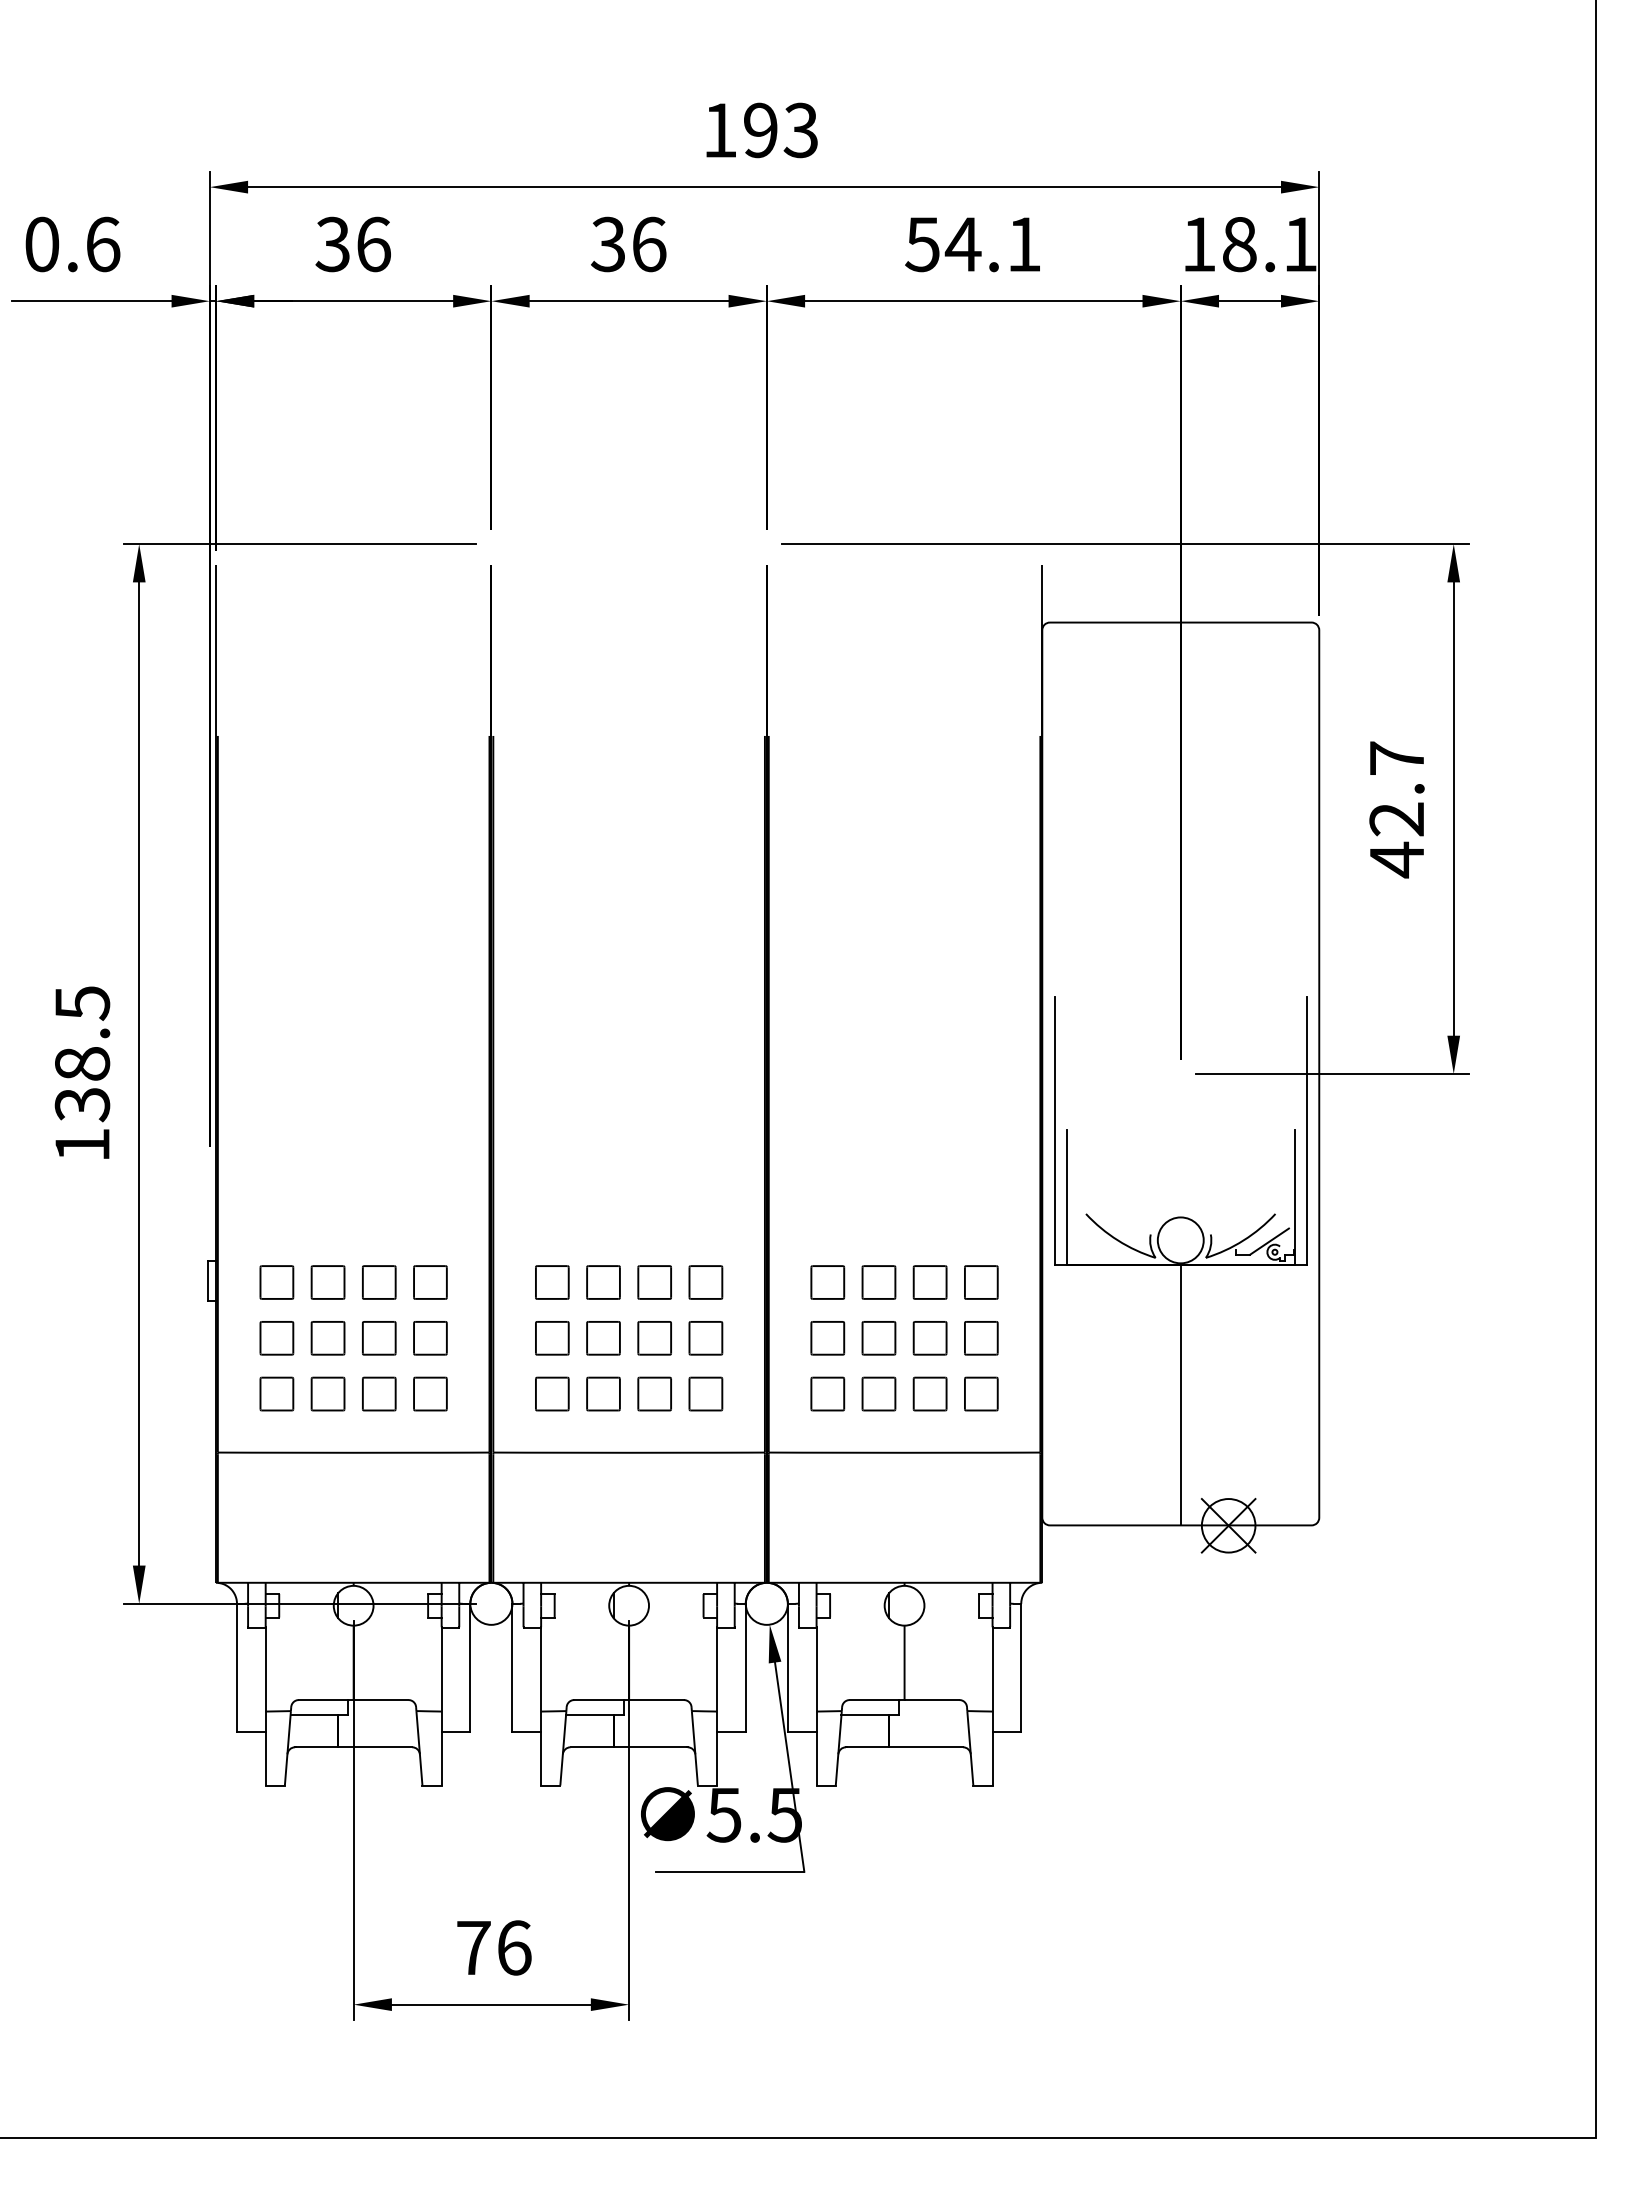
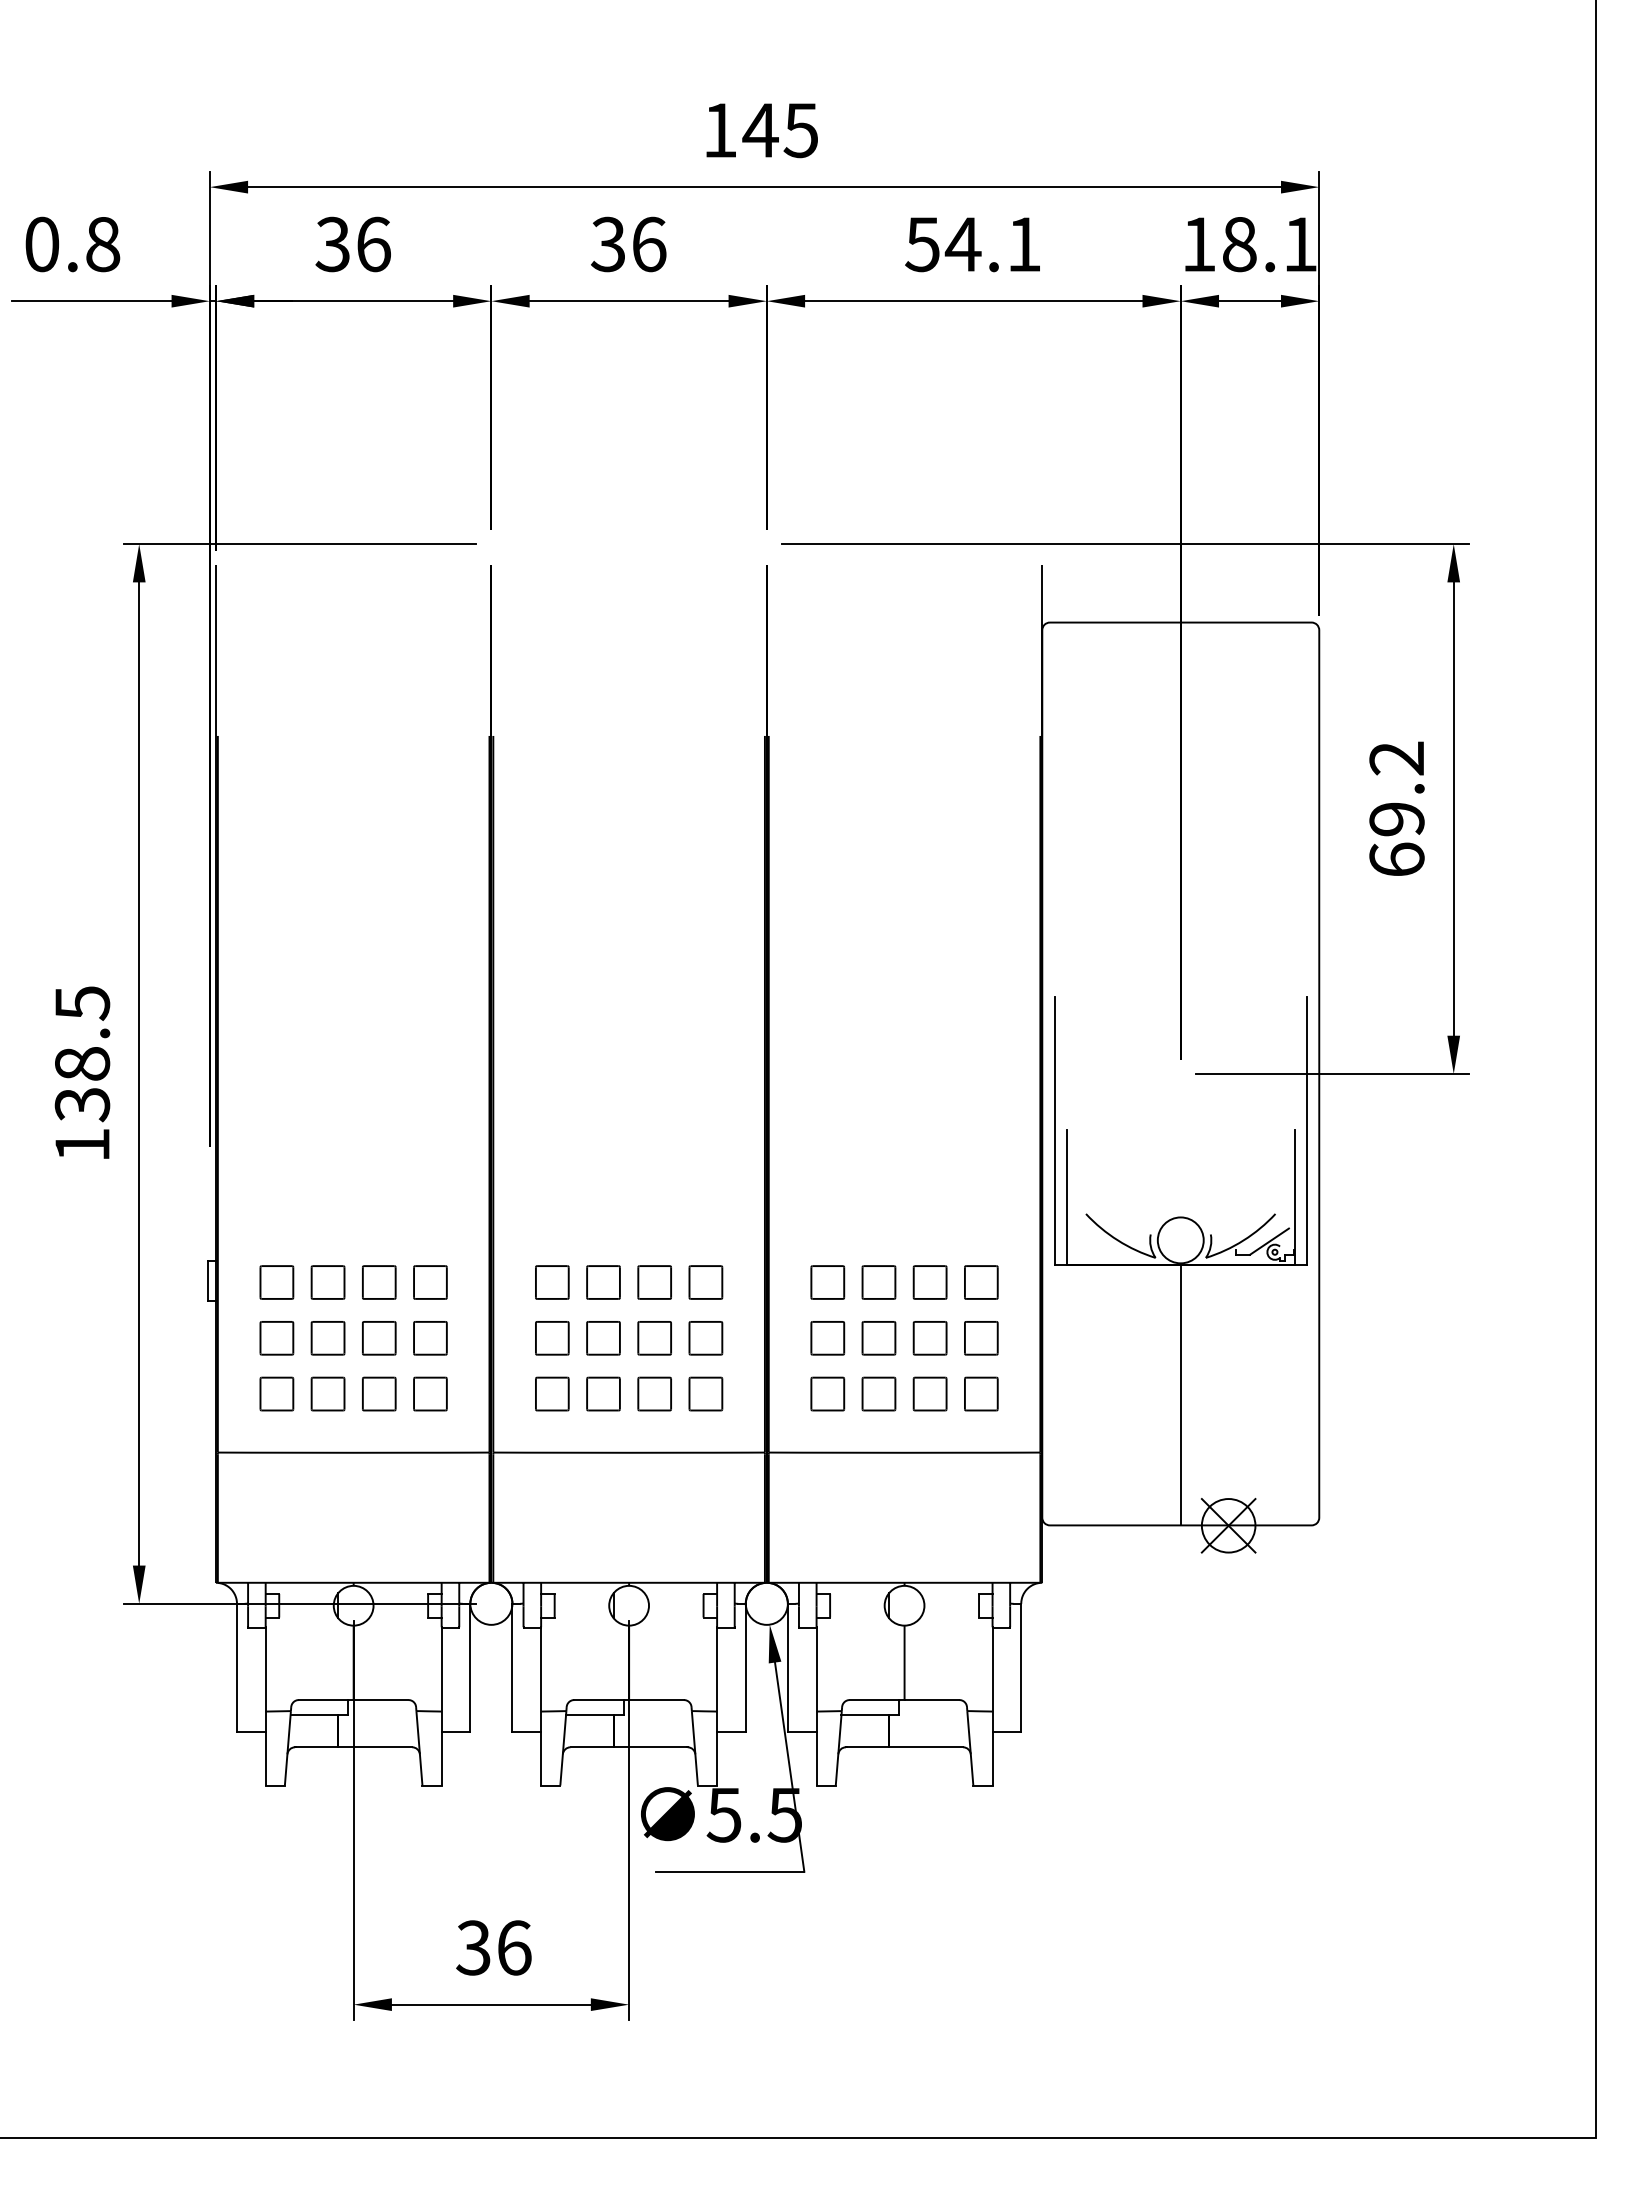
text at (779, 130): 193 -> 145
text at (103, 244): 0.6 -> 0.8
text at (1396, 809): 42.7 -> 69.2
text at (473, 1947): 76 -> 36
